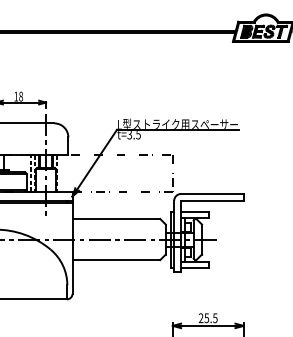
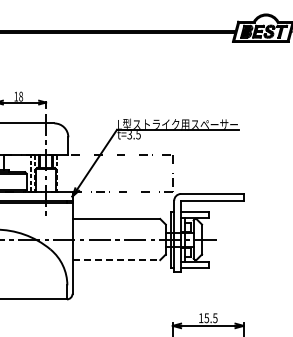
line at (116, 260): solid -> dashed
text at (200, 317): 25.5 -> 15.5
